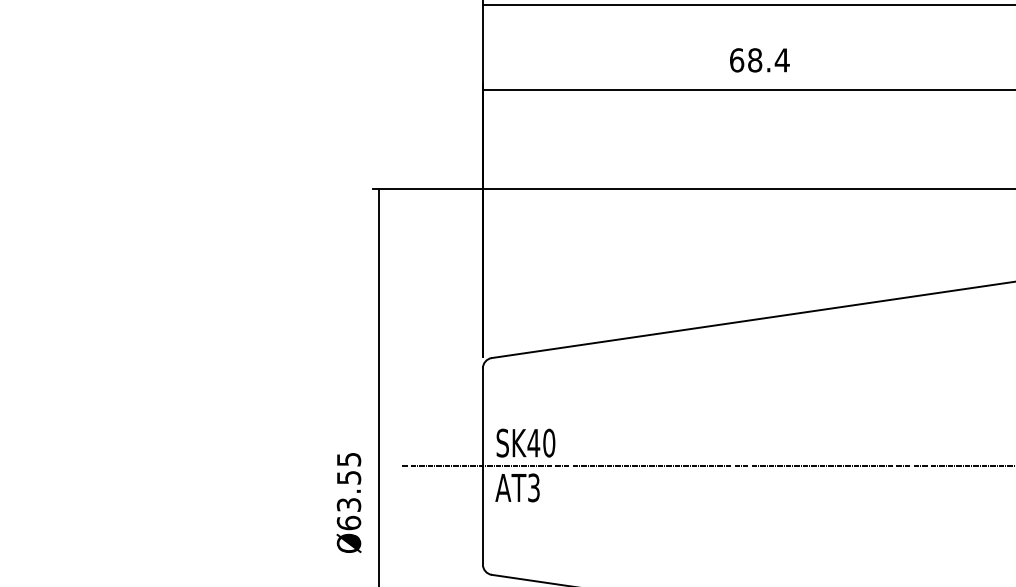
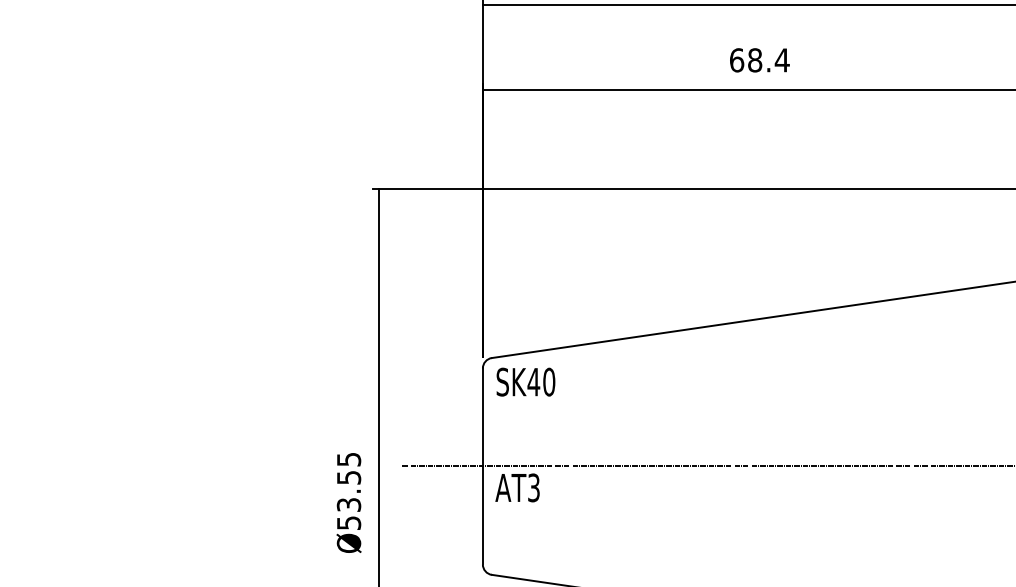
text at (525, 442) position: (525, 442) -> (525, 381)
text at (348, 522): Ø63.55 -> Ø53.55
